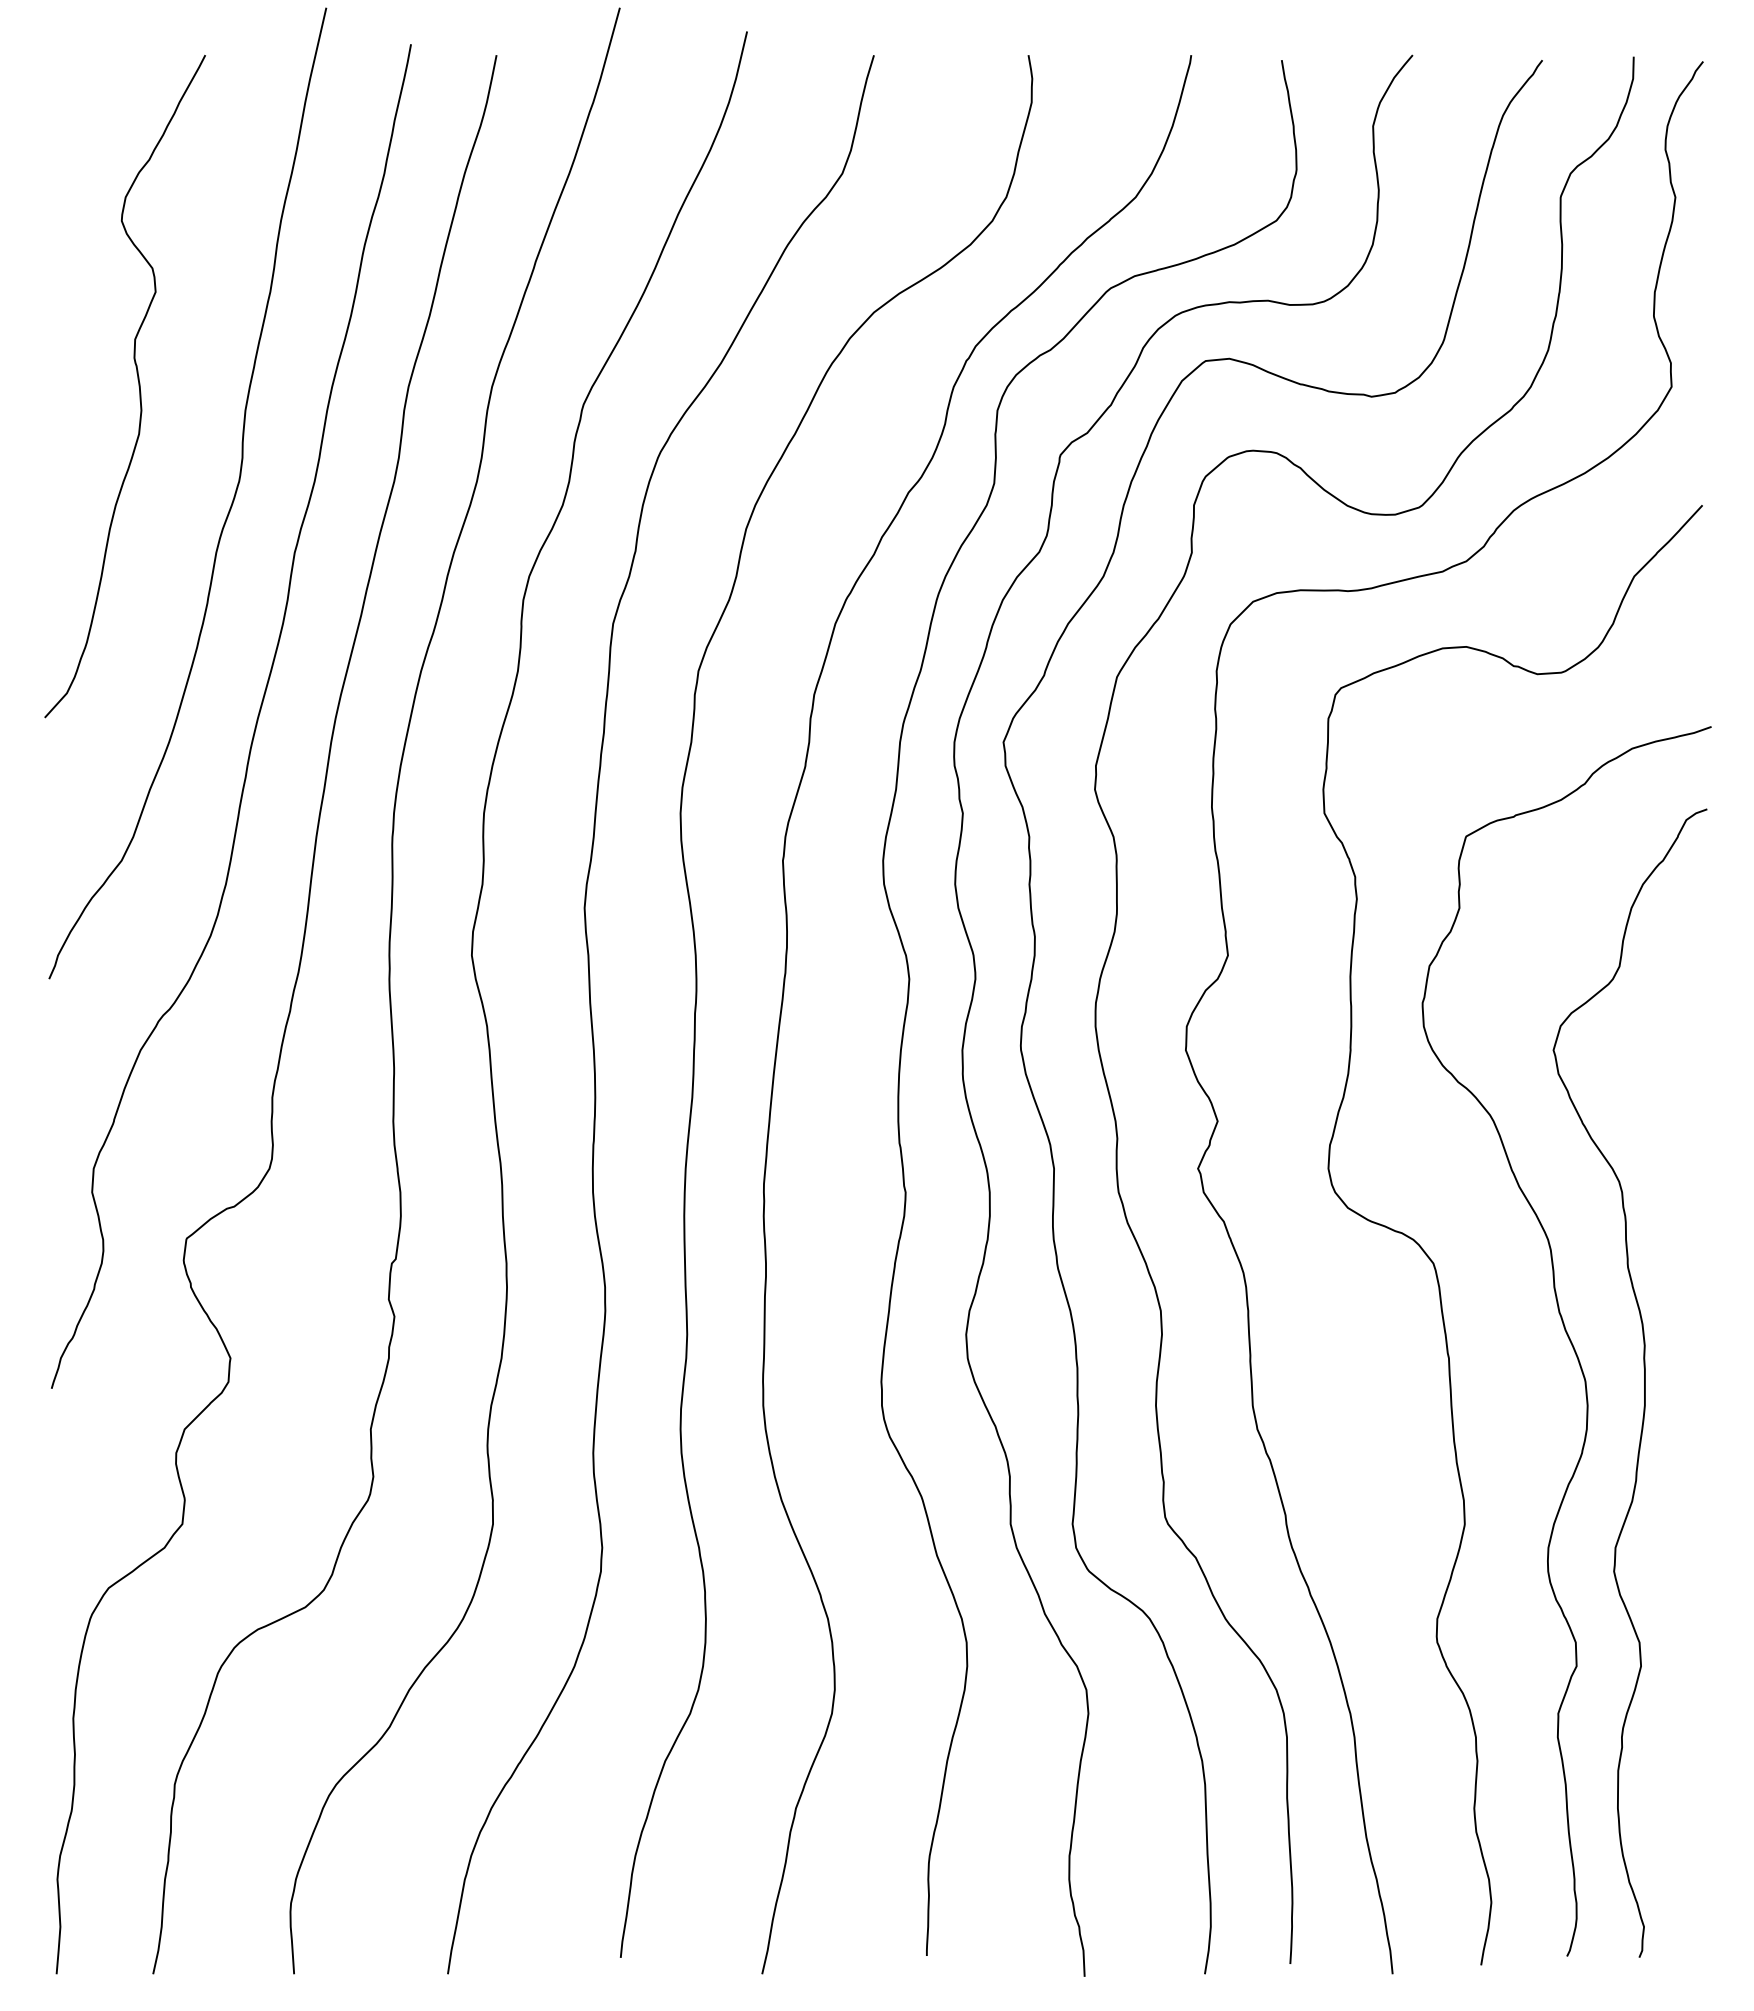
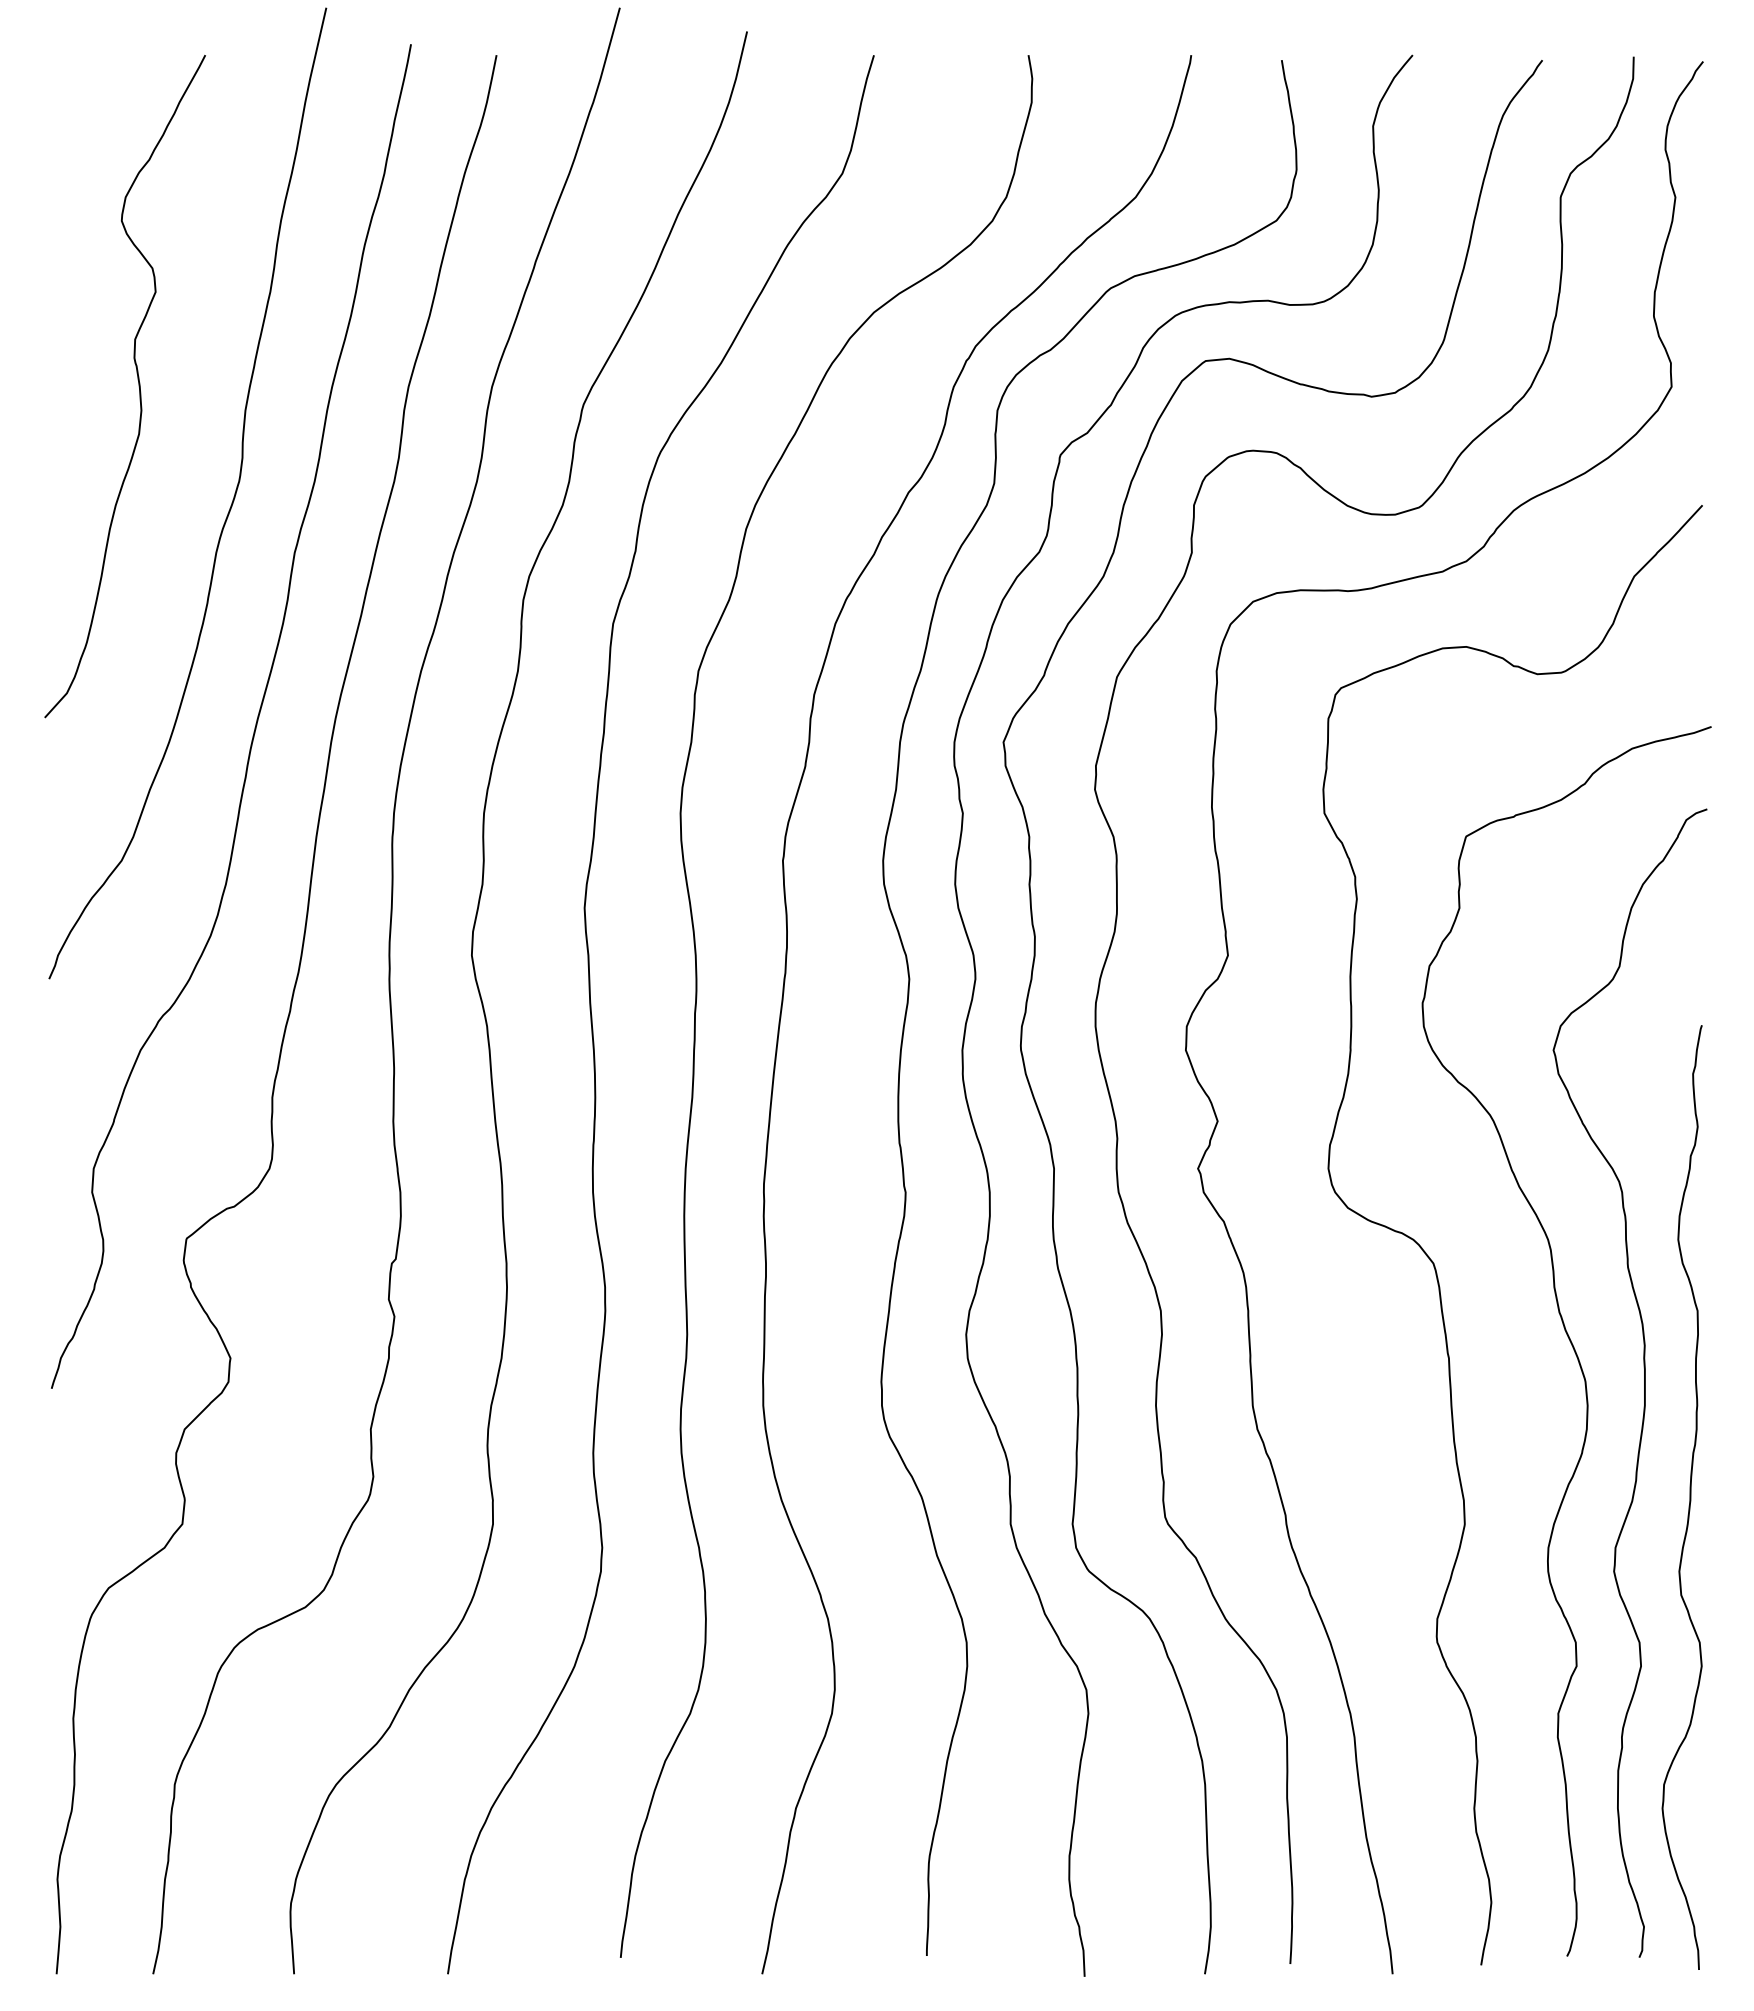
curve at (1689, 1497): none -> present
